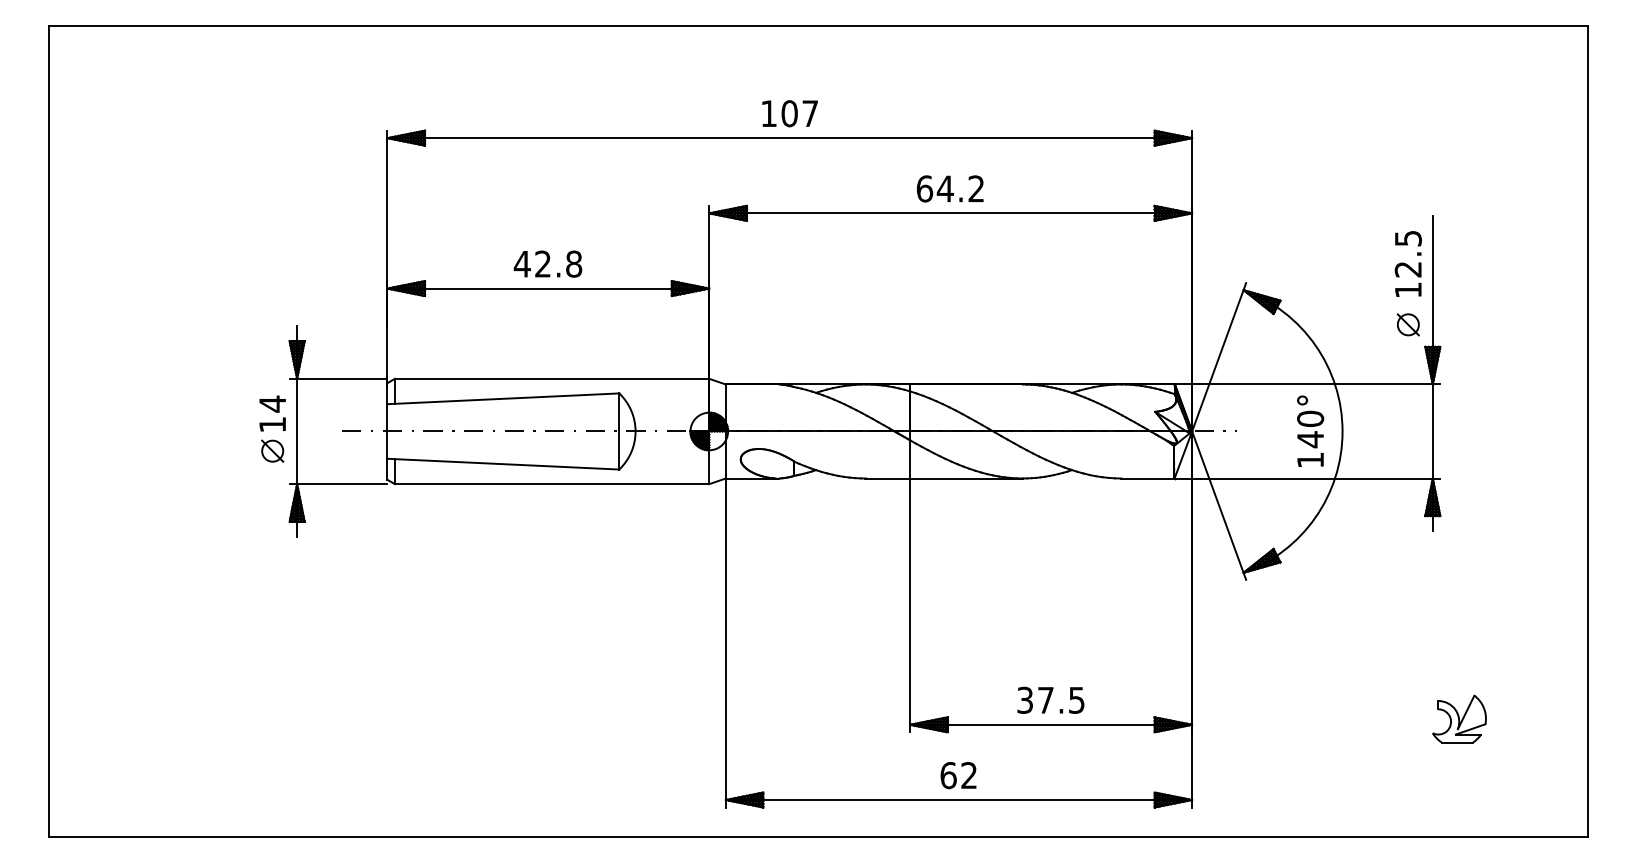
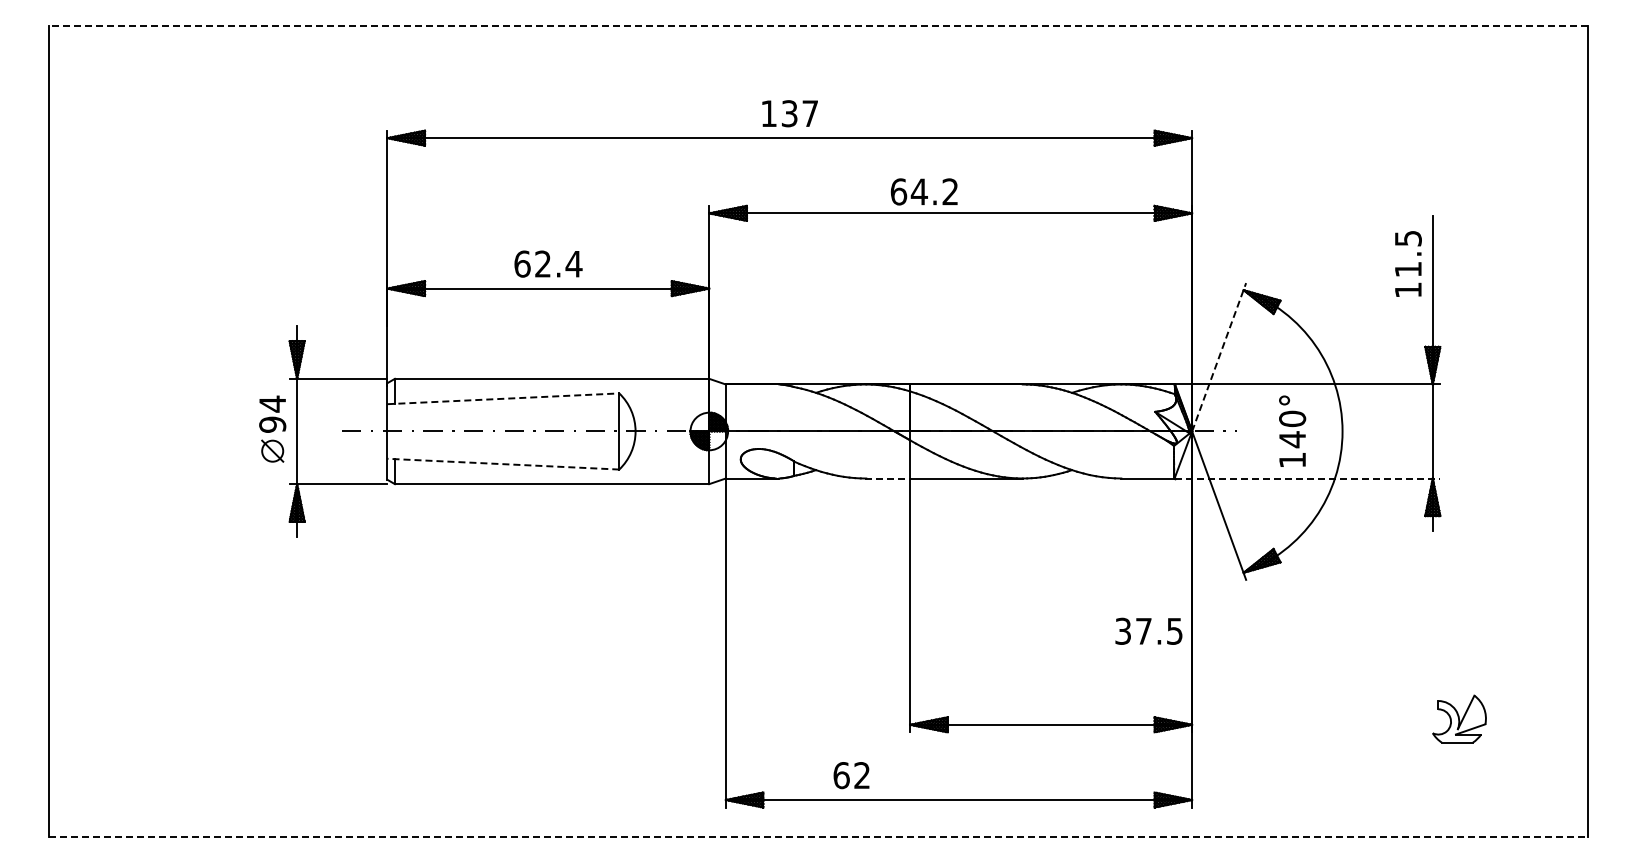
line at (818, 26): solid -> dashed
text at (789, 113): 107 -> 137
text at (949, 188) position: (949, 188) -> (923, 191)
text at (547, 263): 42.8 -> 62.4
text at (1407, 269): 12.5 -> 11.5
part at (1407, 324): present -> none
line at (1219, 357): solid -> dashed
line at (503, 398): solid -> dashed
text at (272, 424): 14 -> 94
text at (1310, 430) position: (1310, 430) -> (1292, 430)
line at (502, 464): solid -> dashed
line at (888, 478): solid -> dashed
line at (1307, 478): solid -> dashed
text at (1050, 699) position: (1050, 699) -> (1148, 630)
text at (958, 775) position: (958, 775) -> (851, 775)
line at (818, 836): solid -> dashed
